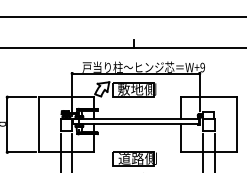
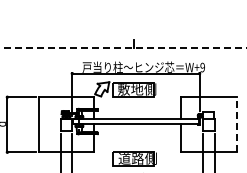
line at (122, 17): present -> none
line at (123, 47): solid -> dashed
line at (236, 124): solid -> dashed
